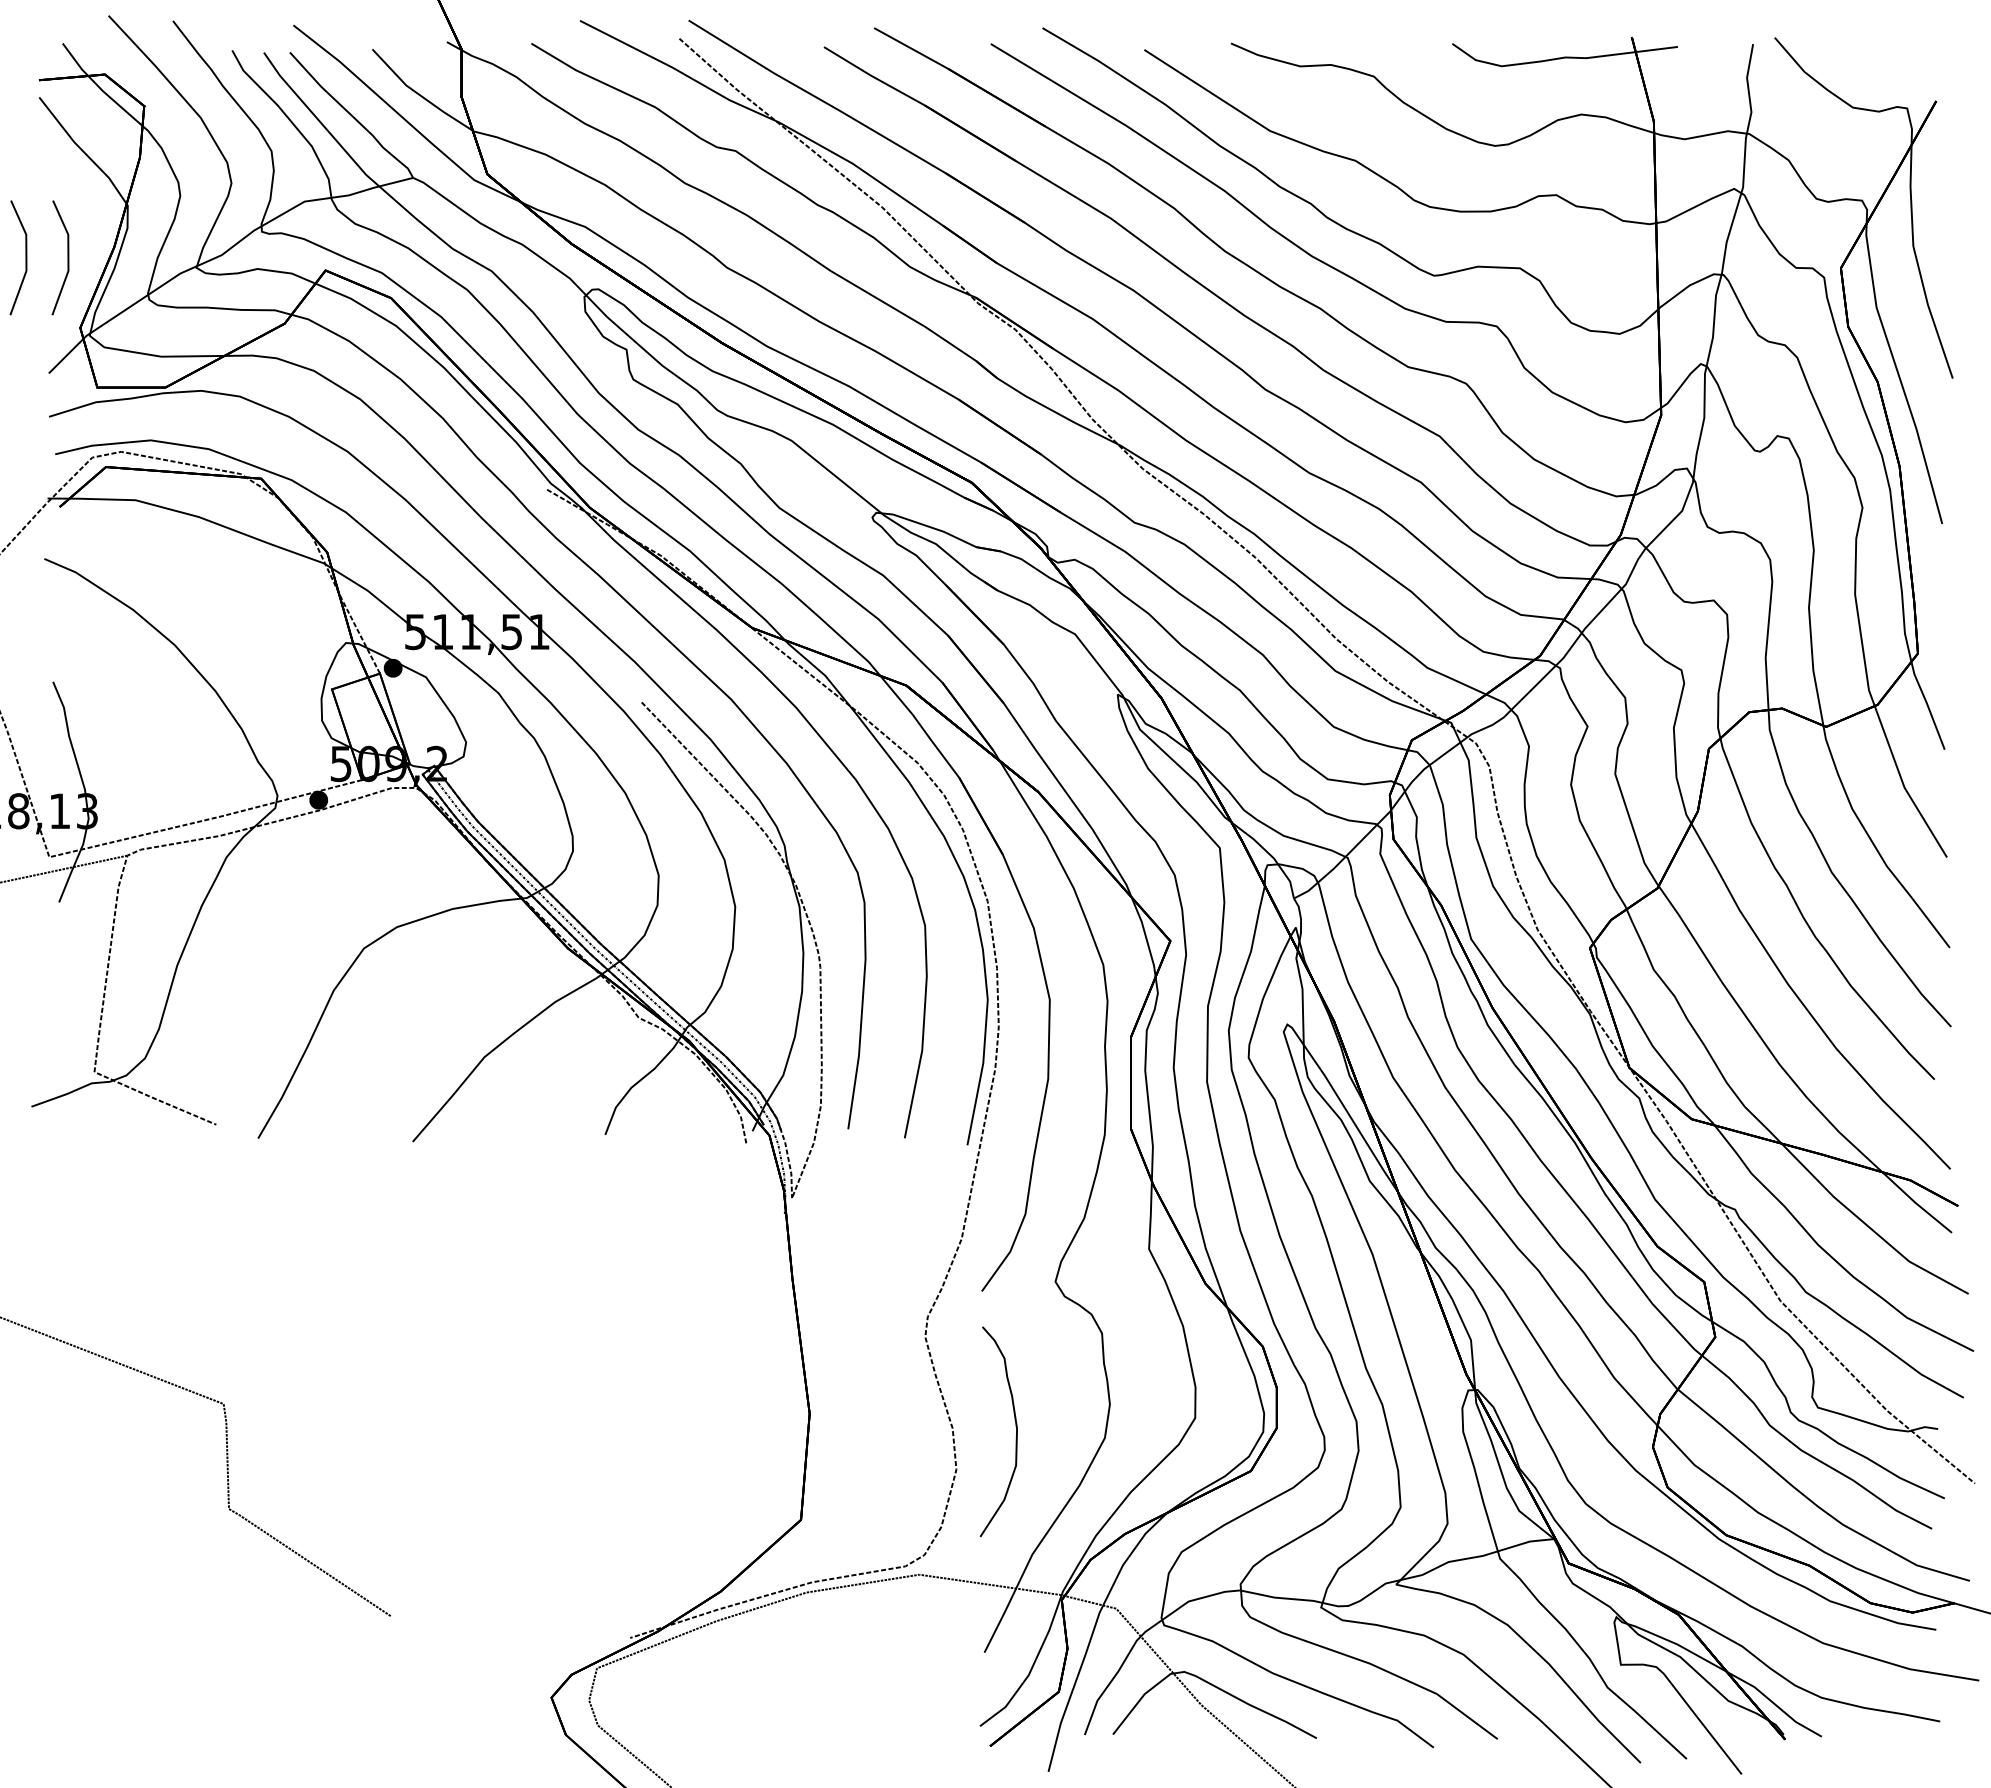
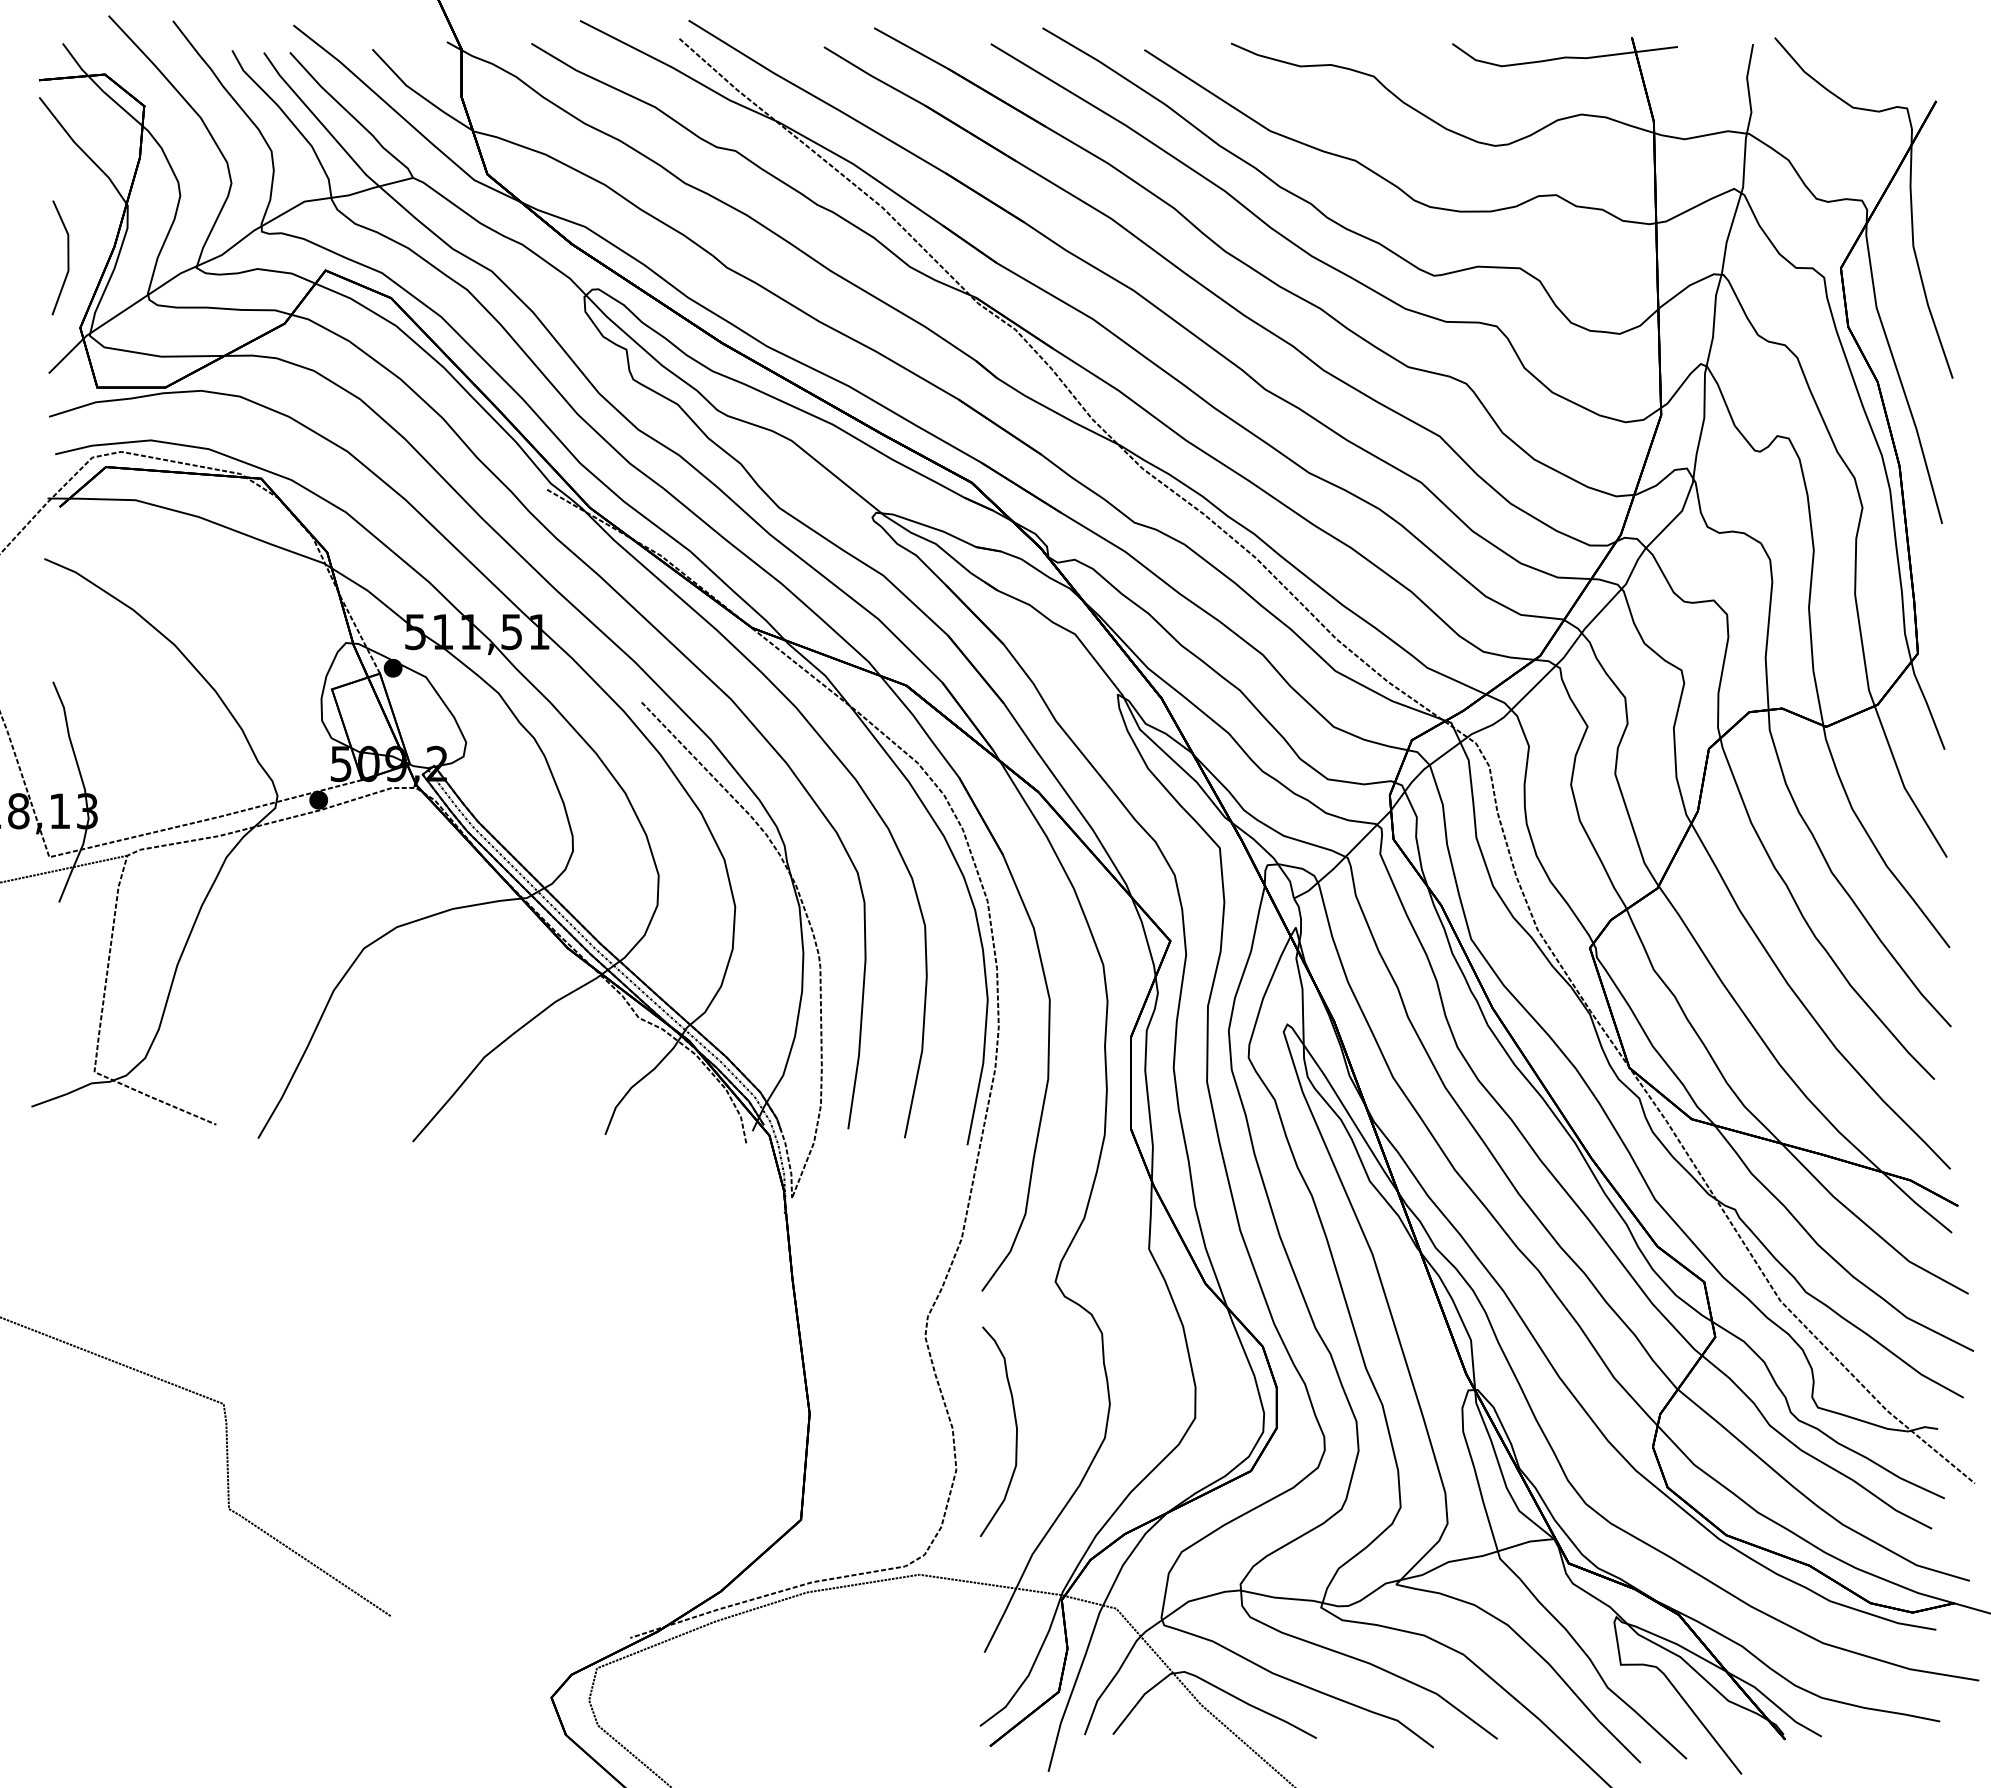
line at (25, 257): present -> none
